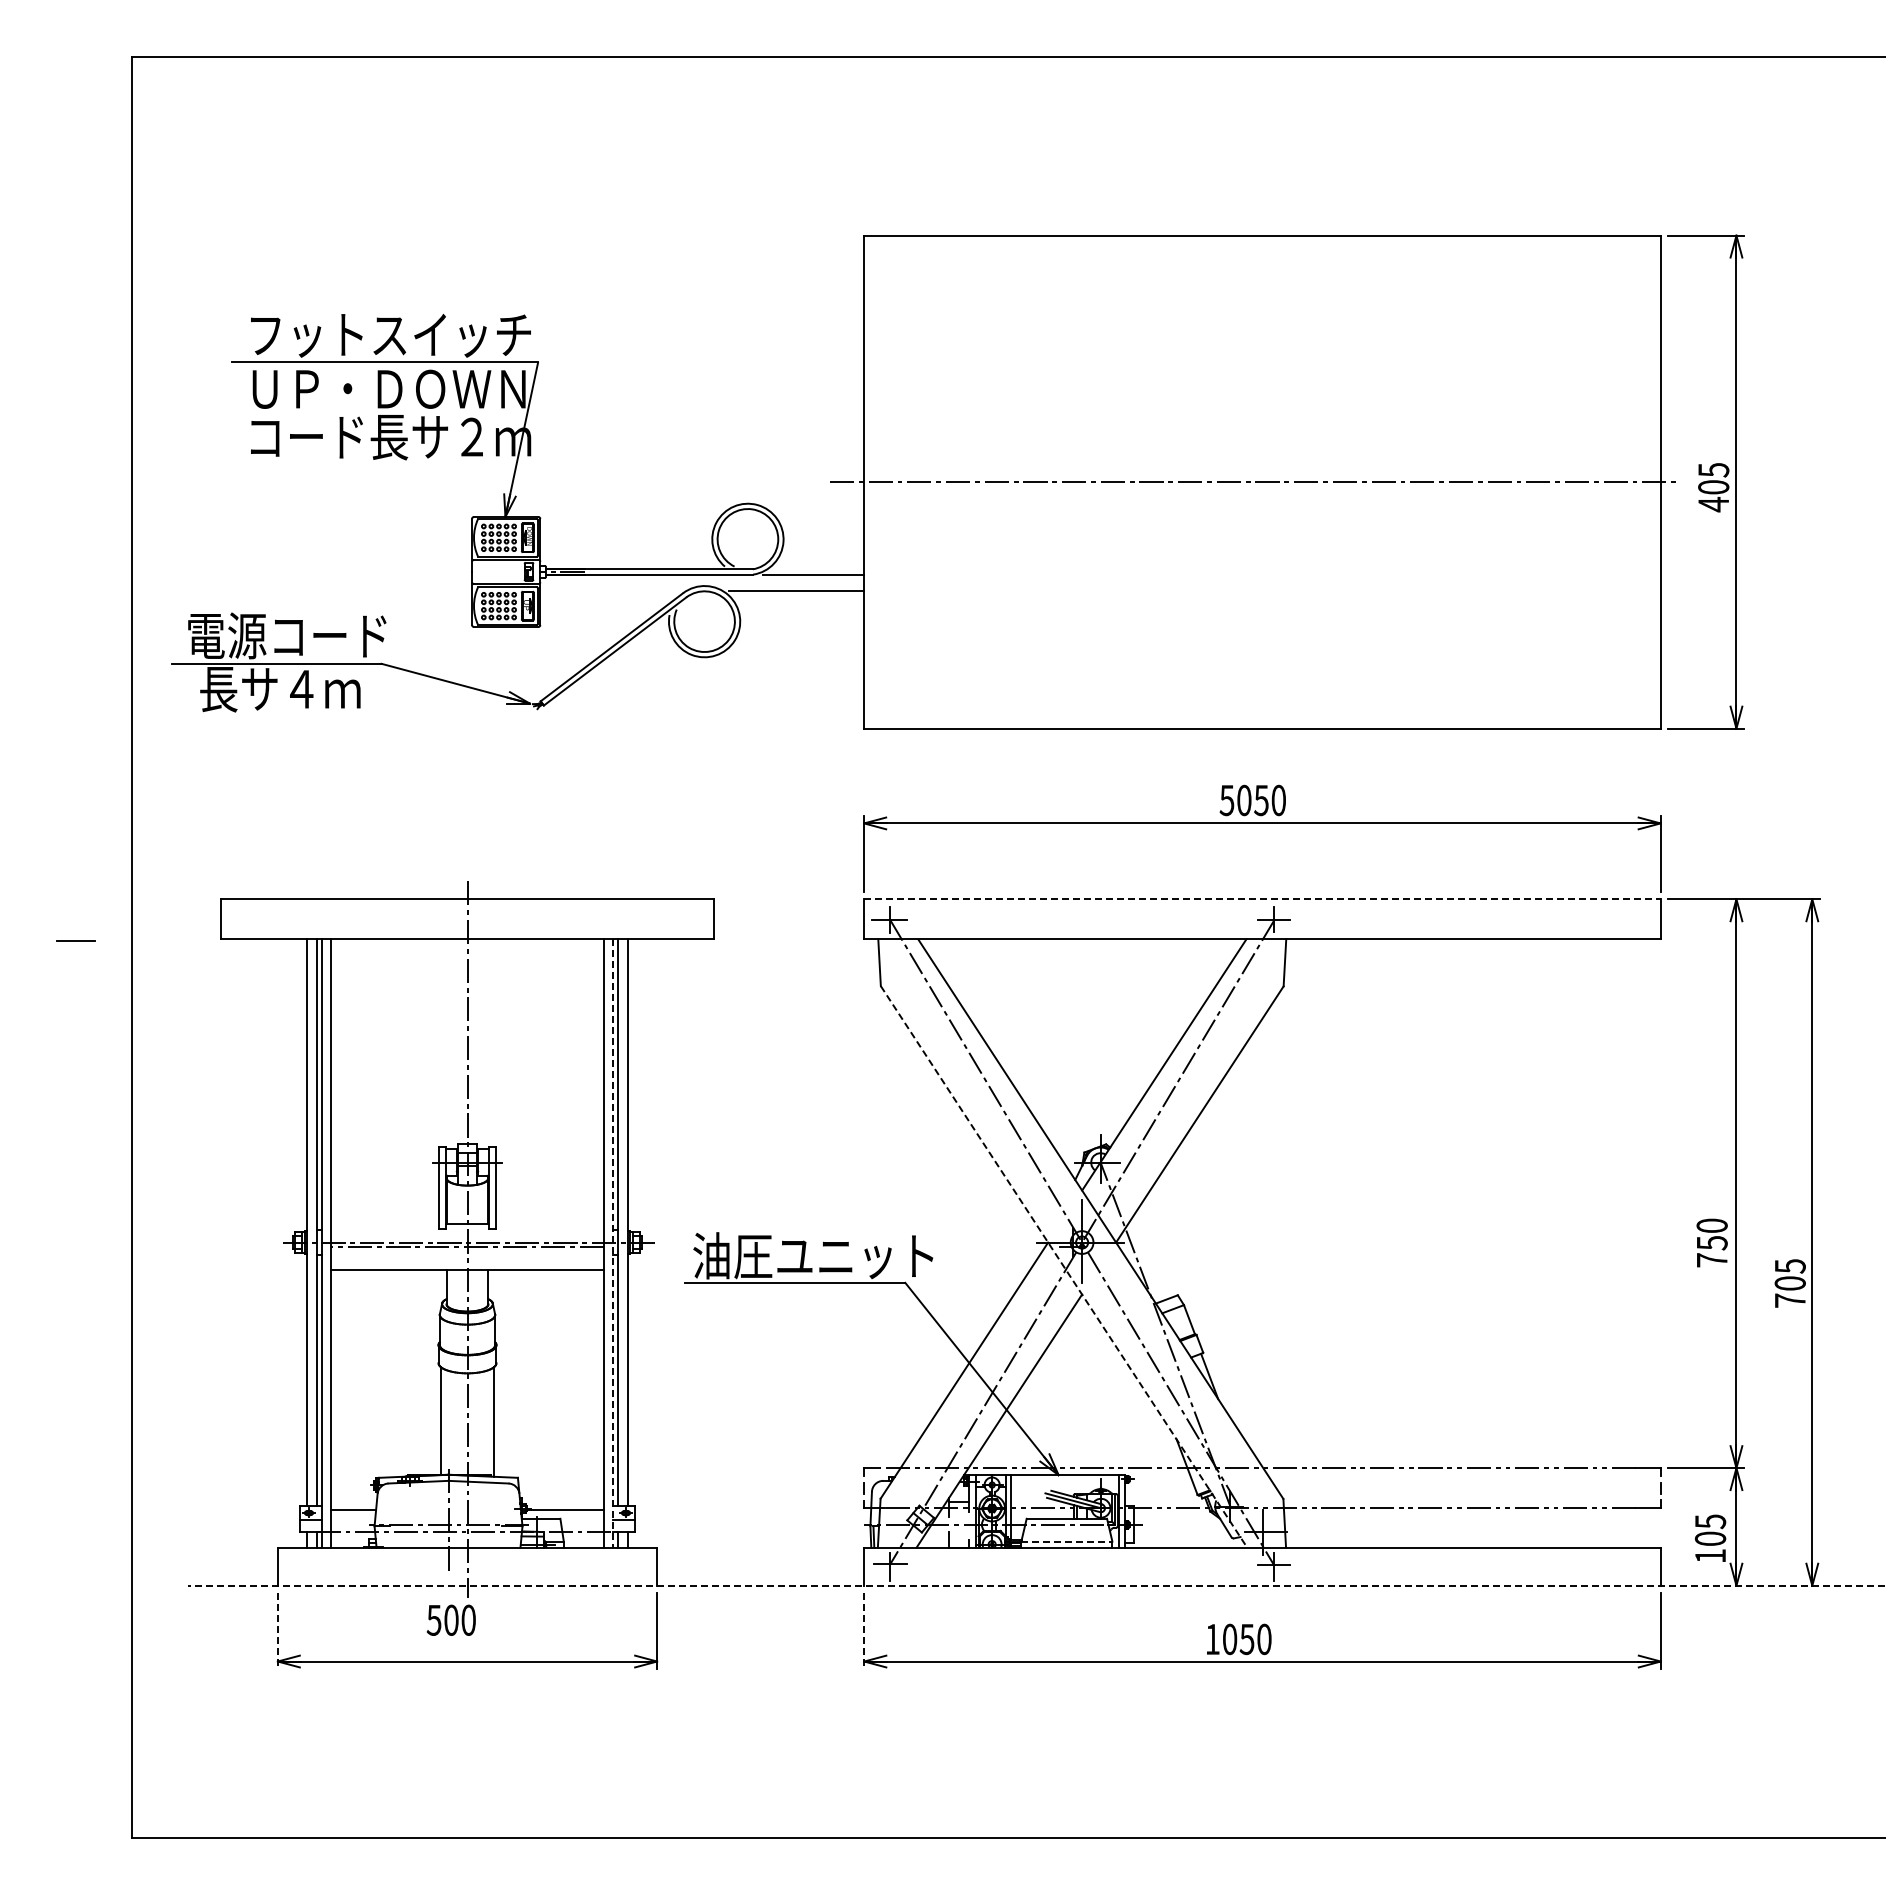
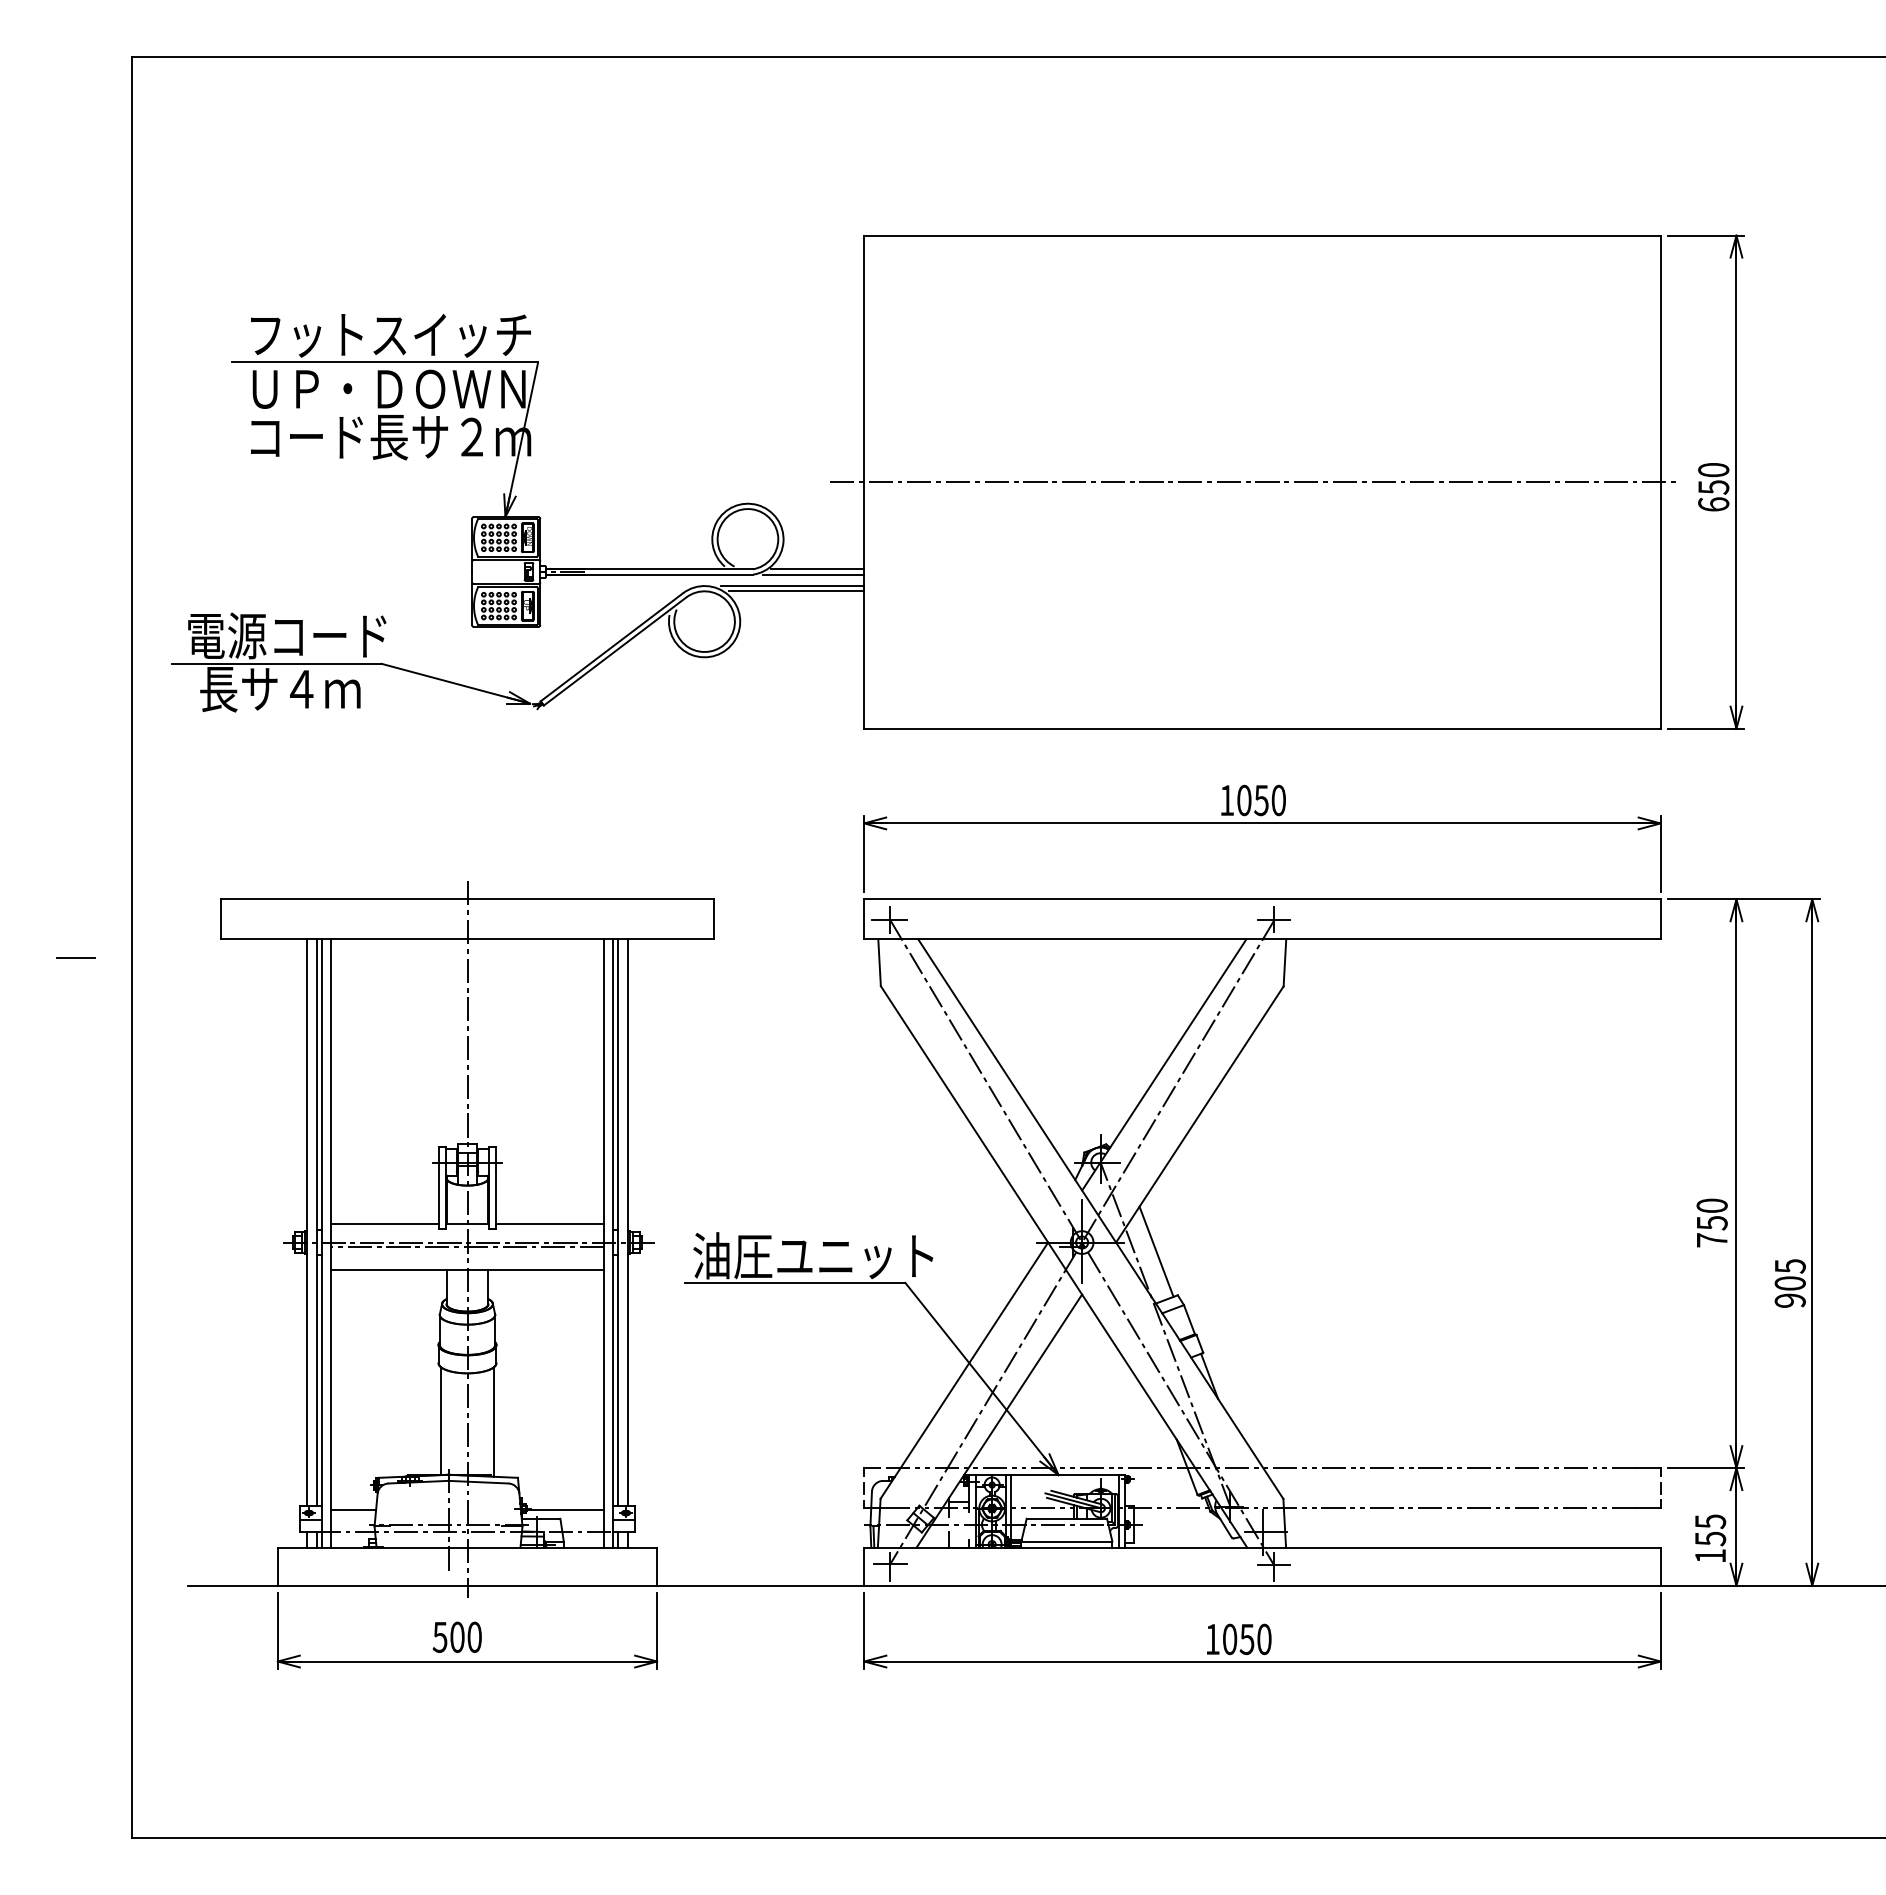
text at (1713, 487): 405 -> 650
line at (817, 569): none -> present
line at (792, 586): none -> present
text at (1226, 800): 5050 -> 1050
line at (1262, 899): dashed -> solid
line at (75, 940) position: (75, 940) -> (75, 957)
line at (384, 1224): none -> present
line at (550, 1224): none -> present
text at (1711, 1242) position: (1711, 1242) -> (1711, 1222)
line at (613, 1244): dashed -> solid
line at (1156, 1251): none -> present
line at (1064, 1267): dashed -> solid
text at (1789, 1300): 705 -> 905
text at (1710, 1538): 105 -> 155
line at (1066, 1541): dashed -> solid
line at (1037, 1585): dashed -> solid
text at (450, 1619) position: (450, 1619) -> (456, 1636)
line at (277, 1631): dashed -> solid
line at (864, 1631): dashed -> solid
